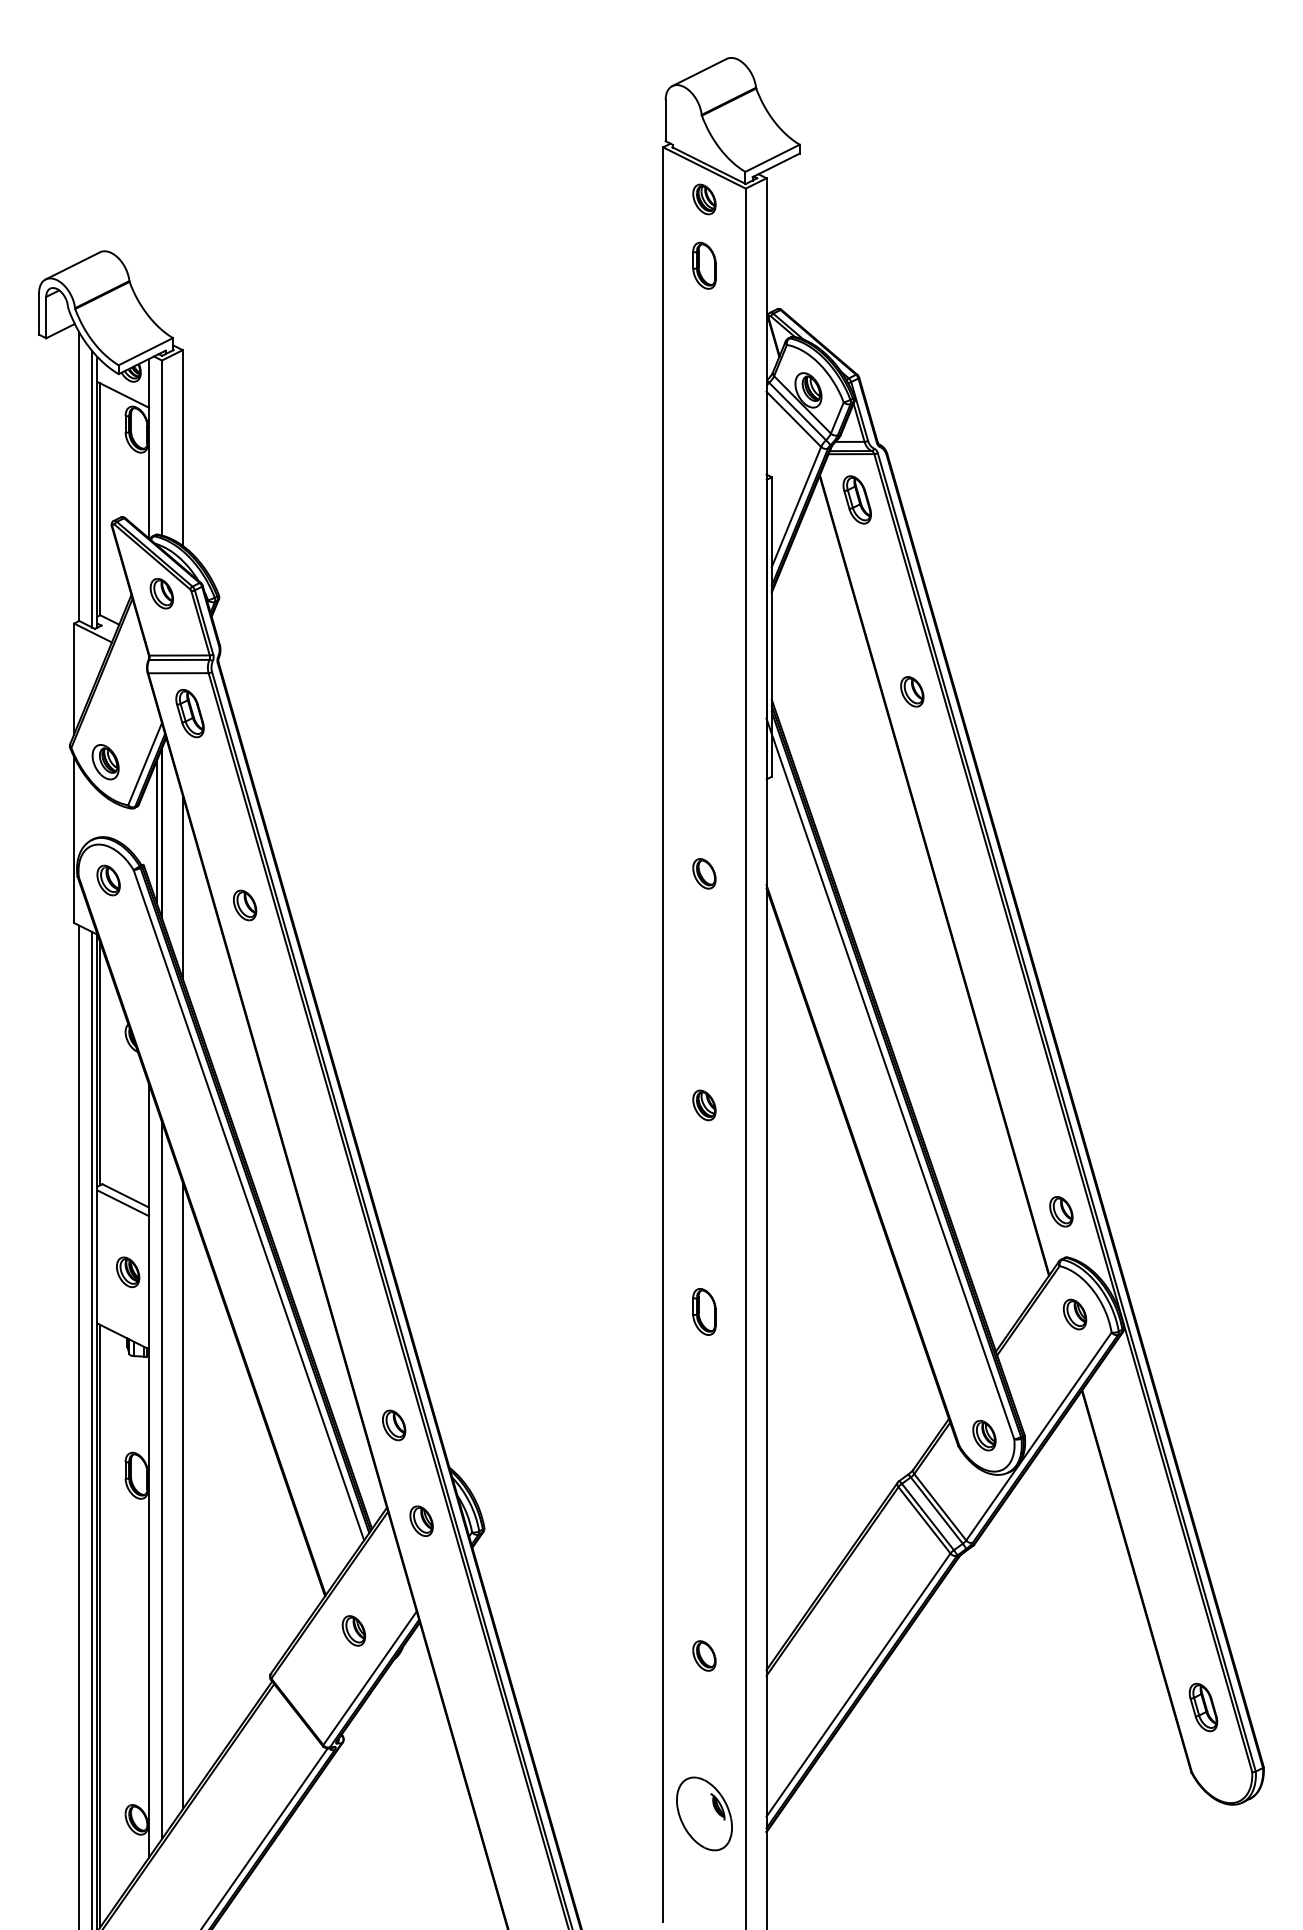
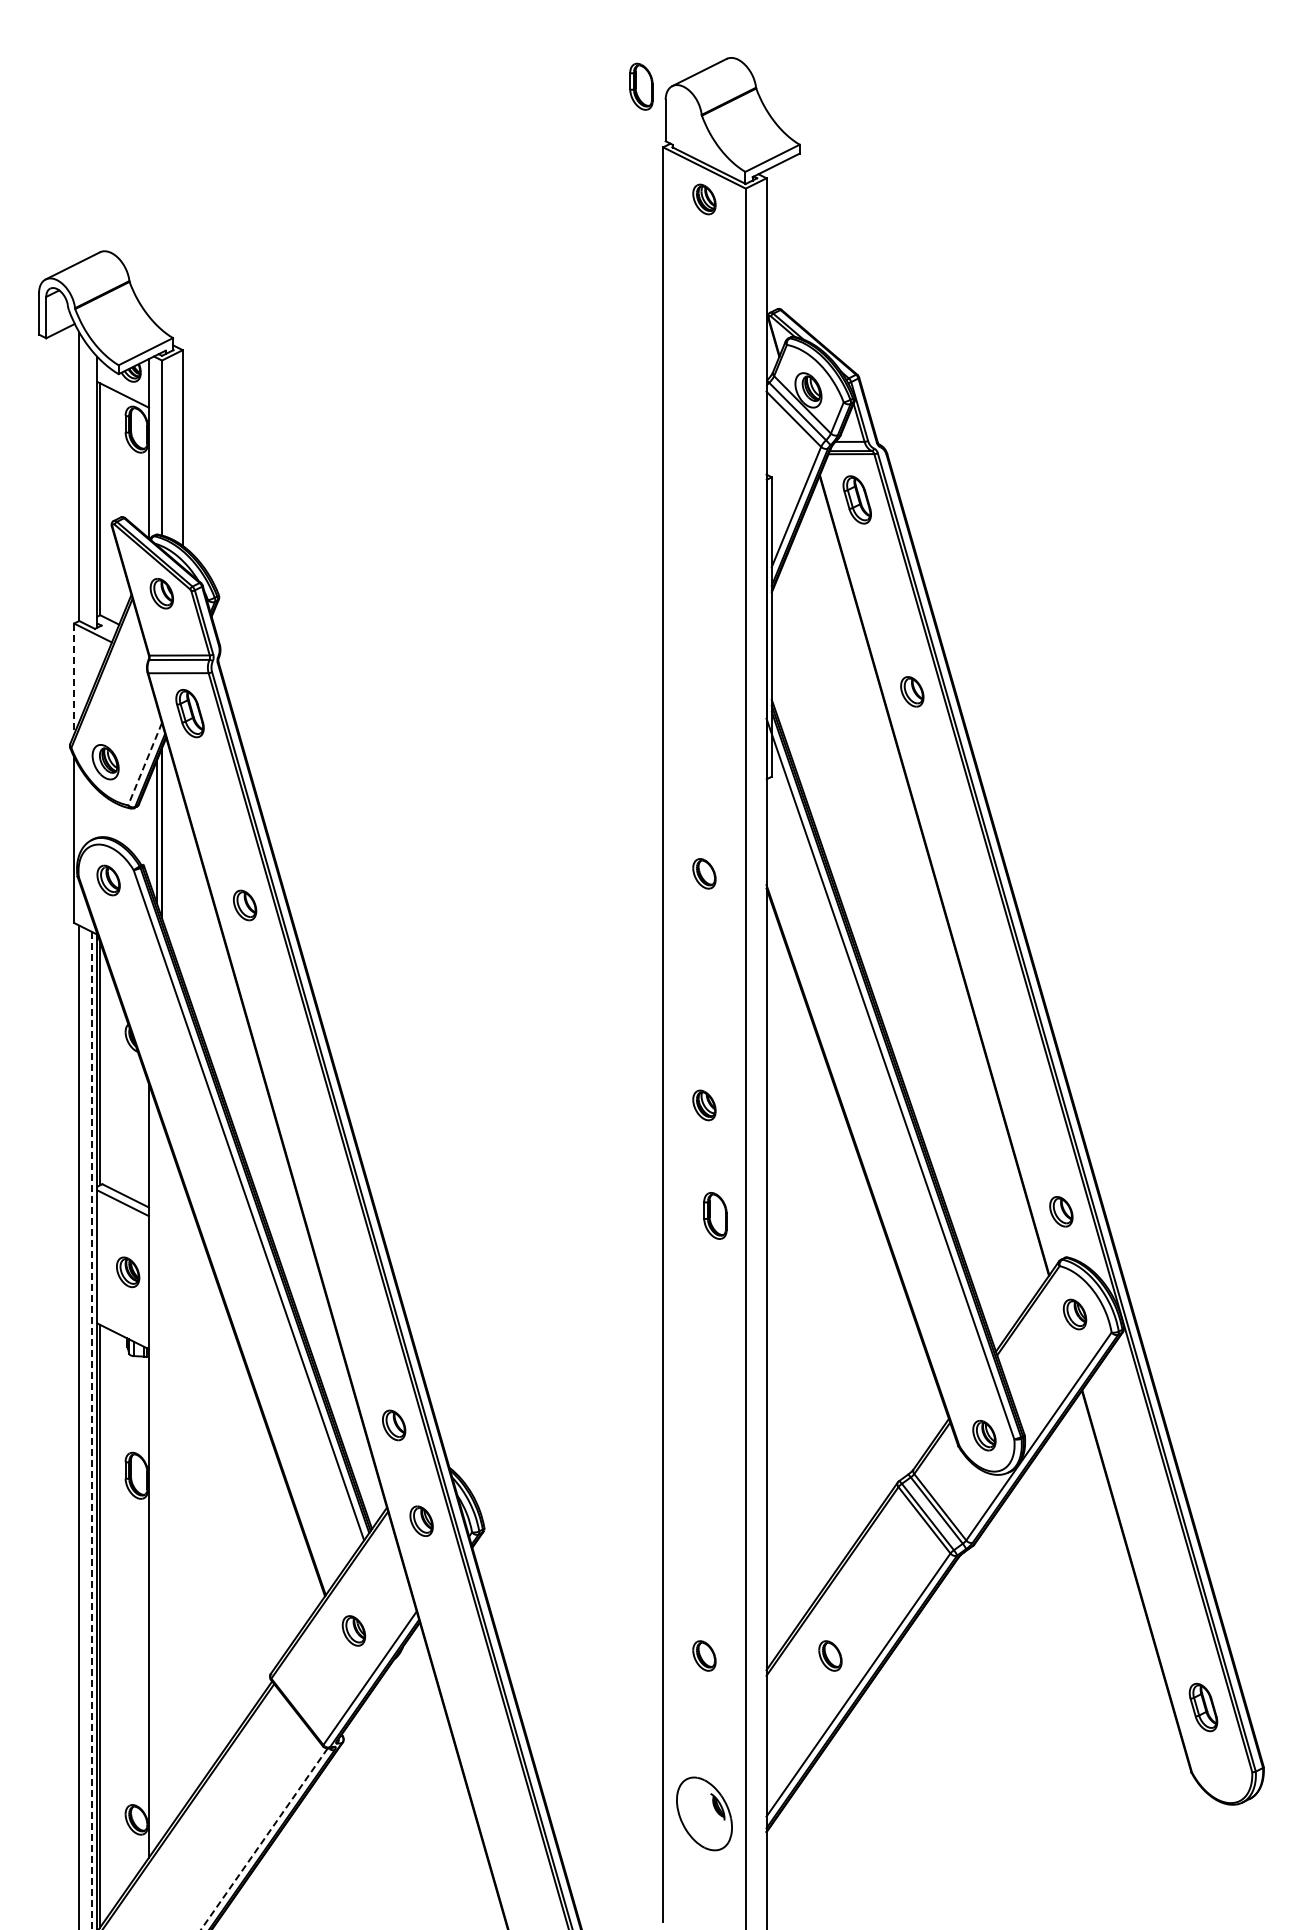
part at (704, 265) position: (704, 265) -> (641, 86)
line at (92, 489): present -> none
line at (74, 679): solid -> dashed
line at (144, 764): solid -> dashed
line at (182, 886): present -> none
part at (704, 1311) position: (704, 1311) -> (715, 1215)
line at (92, 1430): solid -> dashed
line at (162, 1480): present -> none
line at (182, 1495): present -> none
part at (830, 1655): none -> present
line at (264, 1839): solid -> dashed
